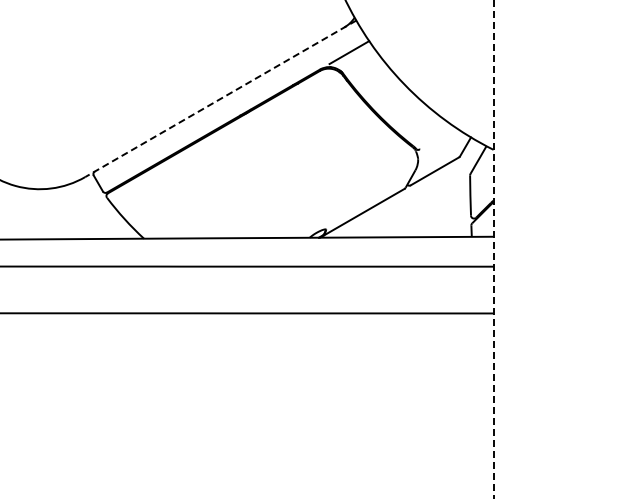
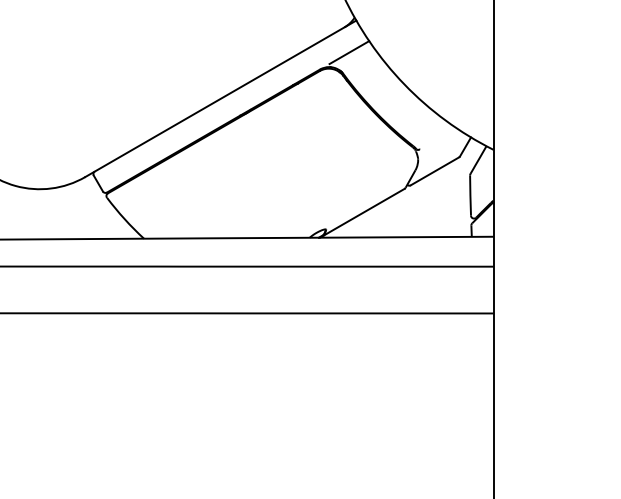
line at (220, 99): dashed -> solid
line at (493, 249): dashed -> solid
